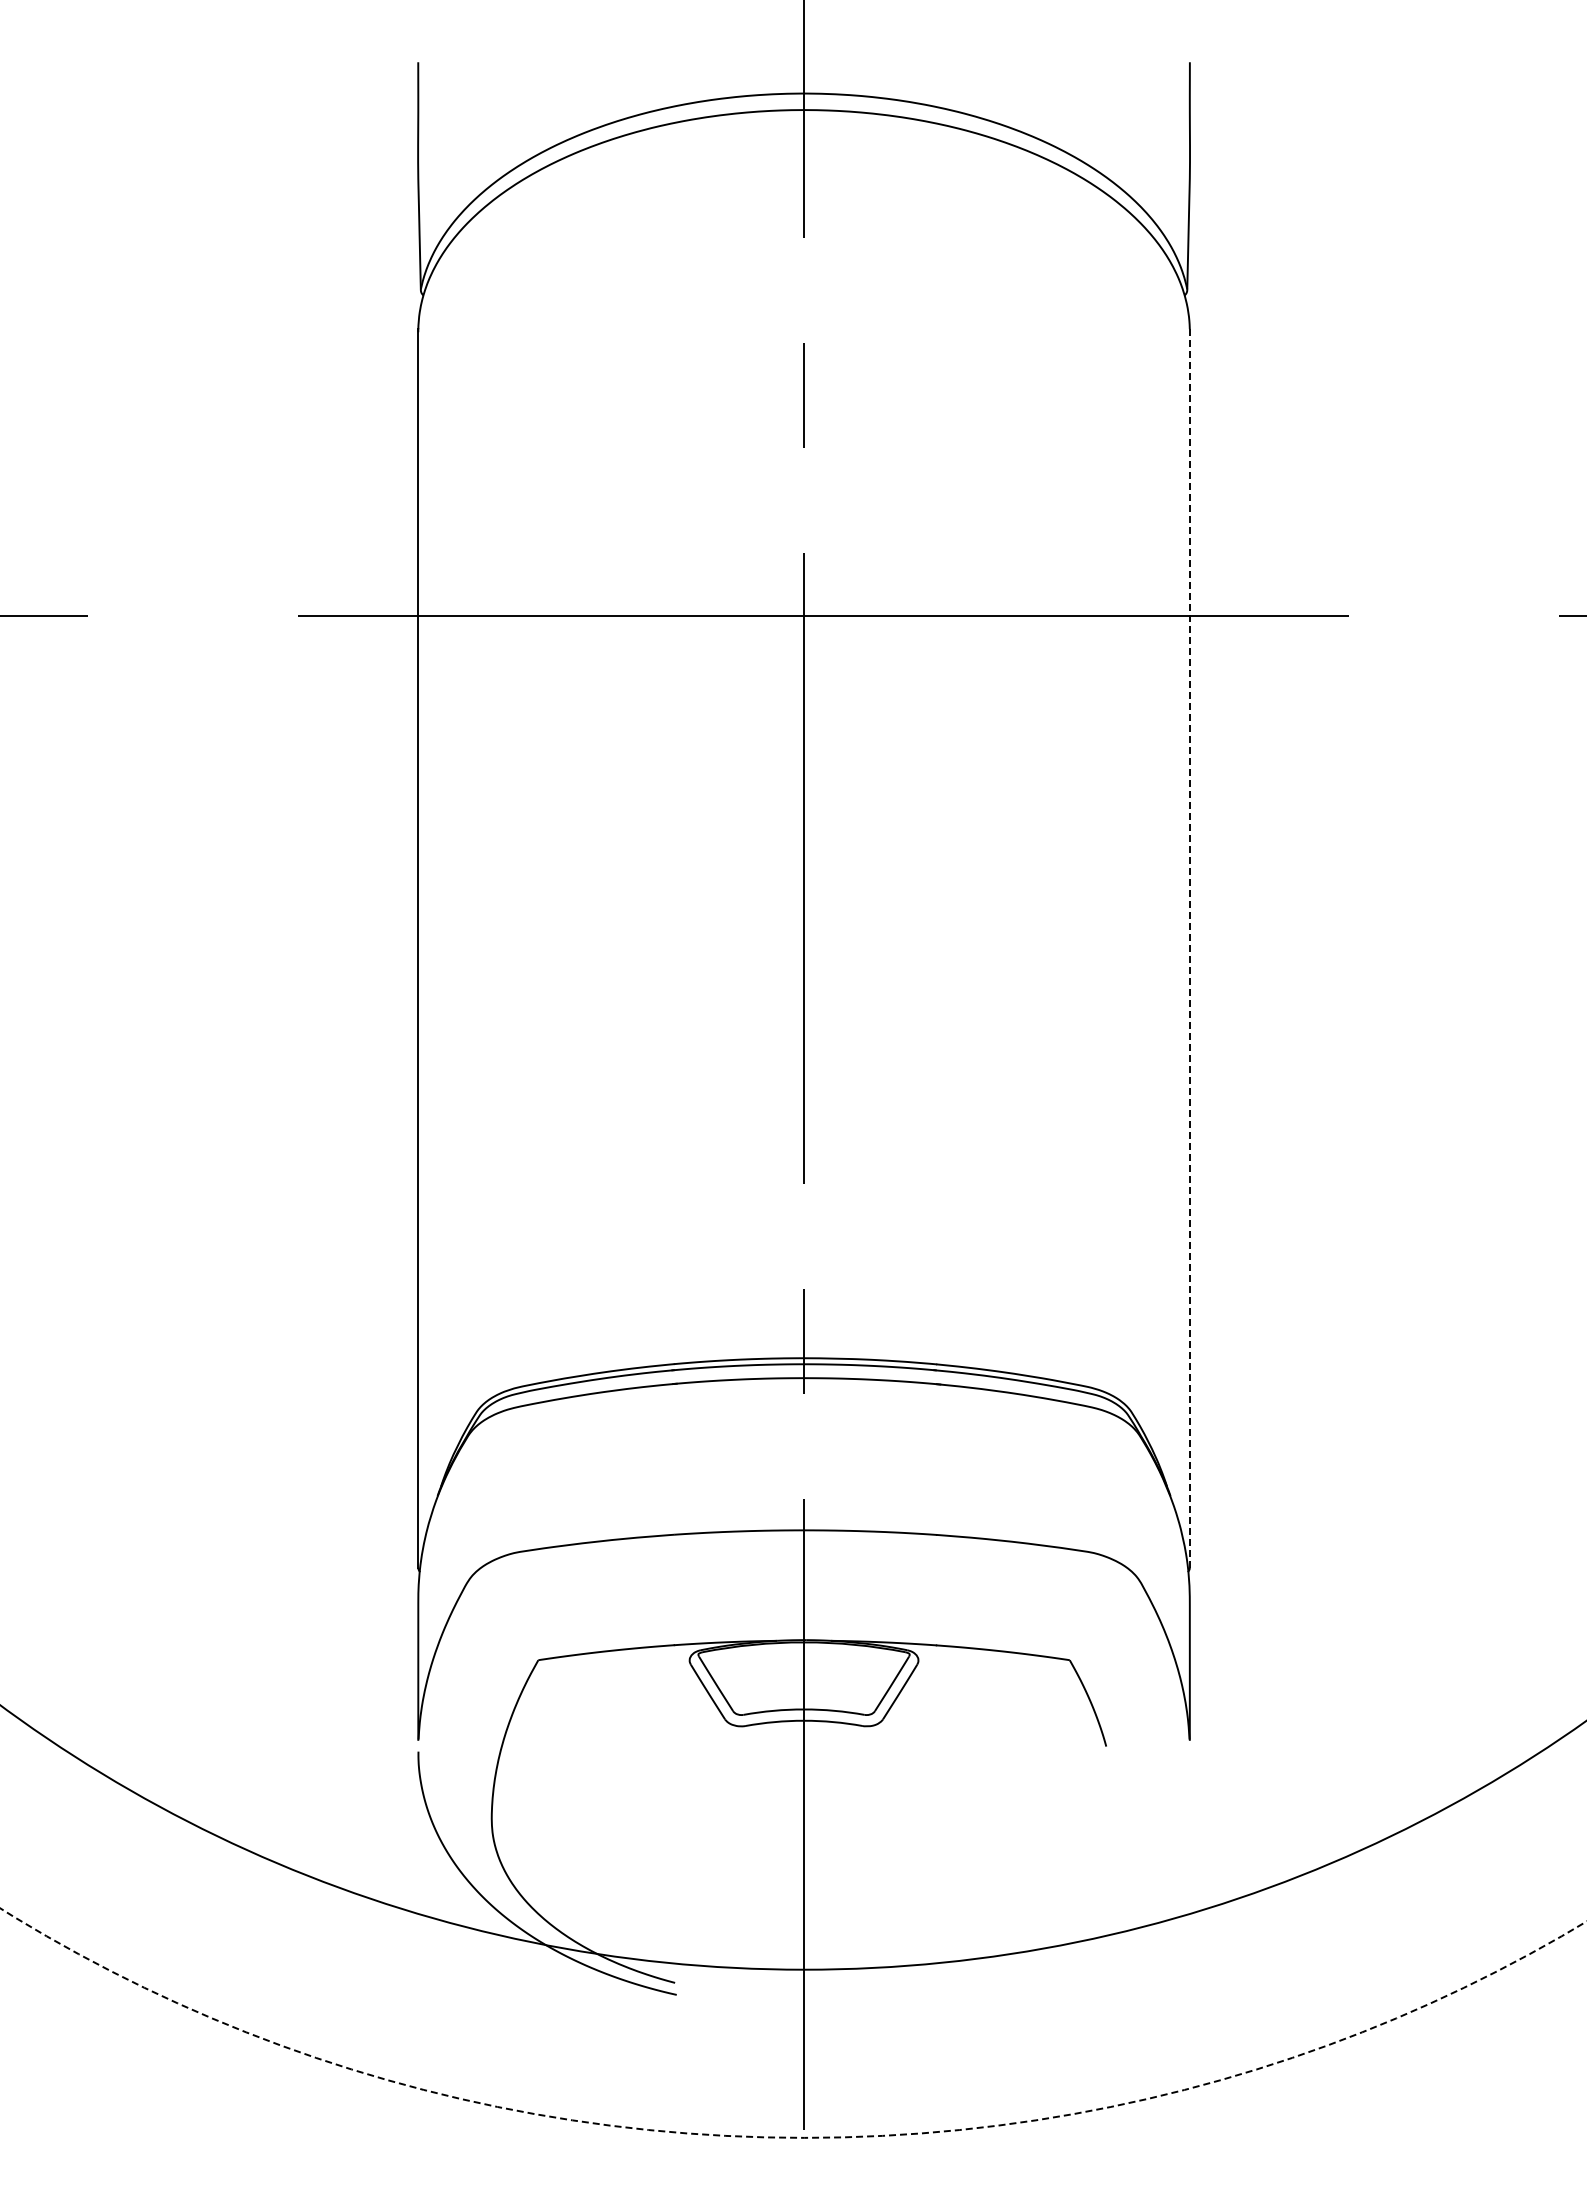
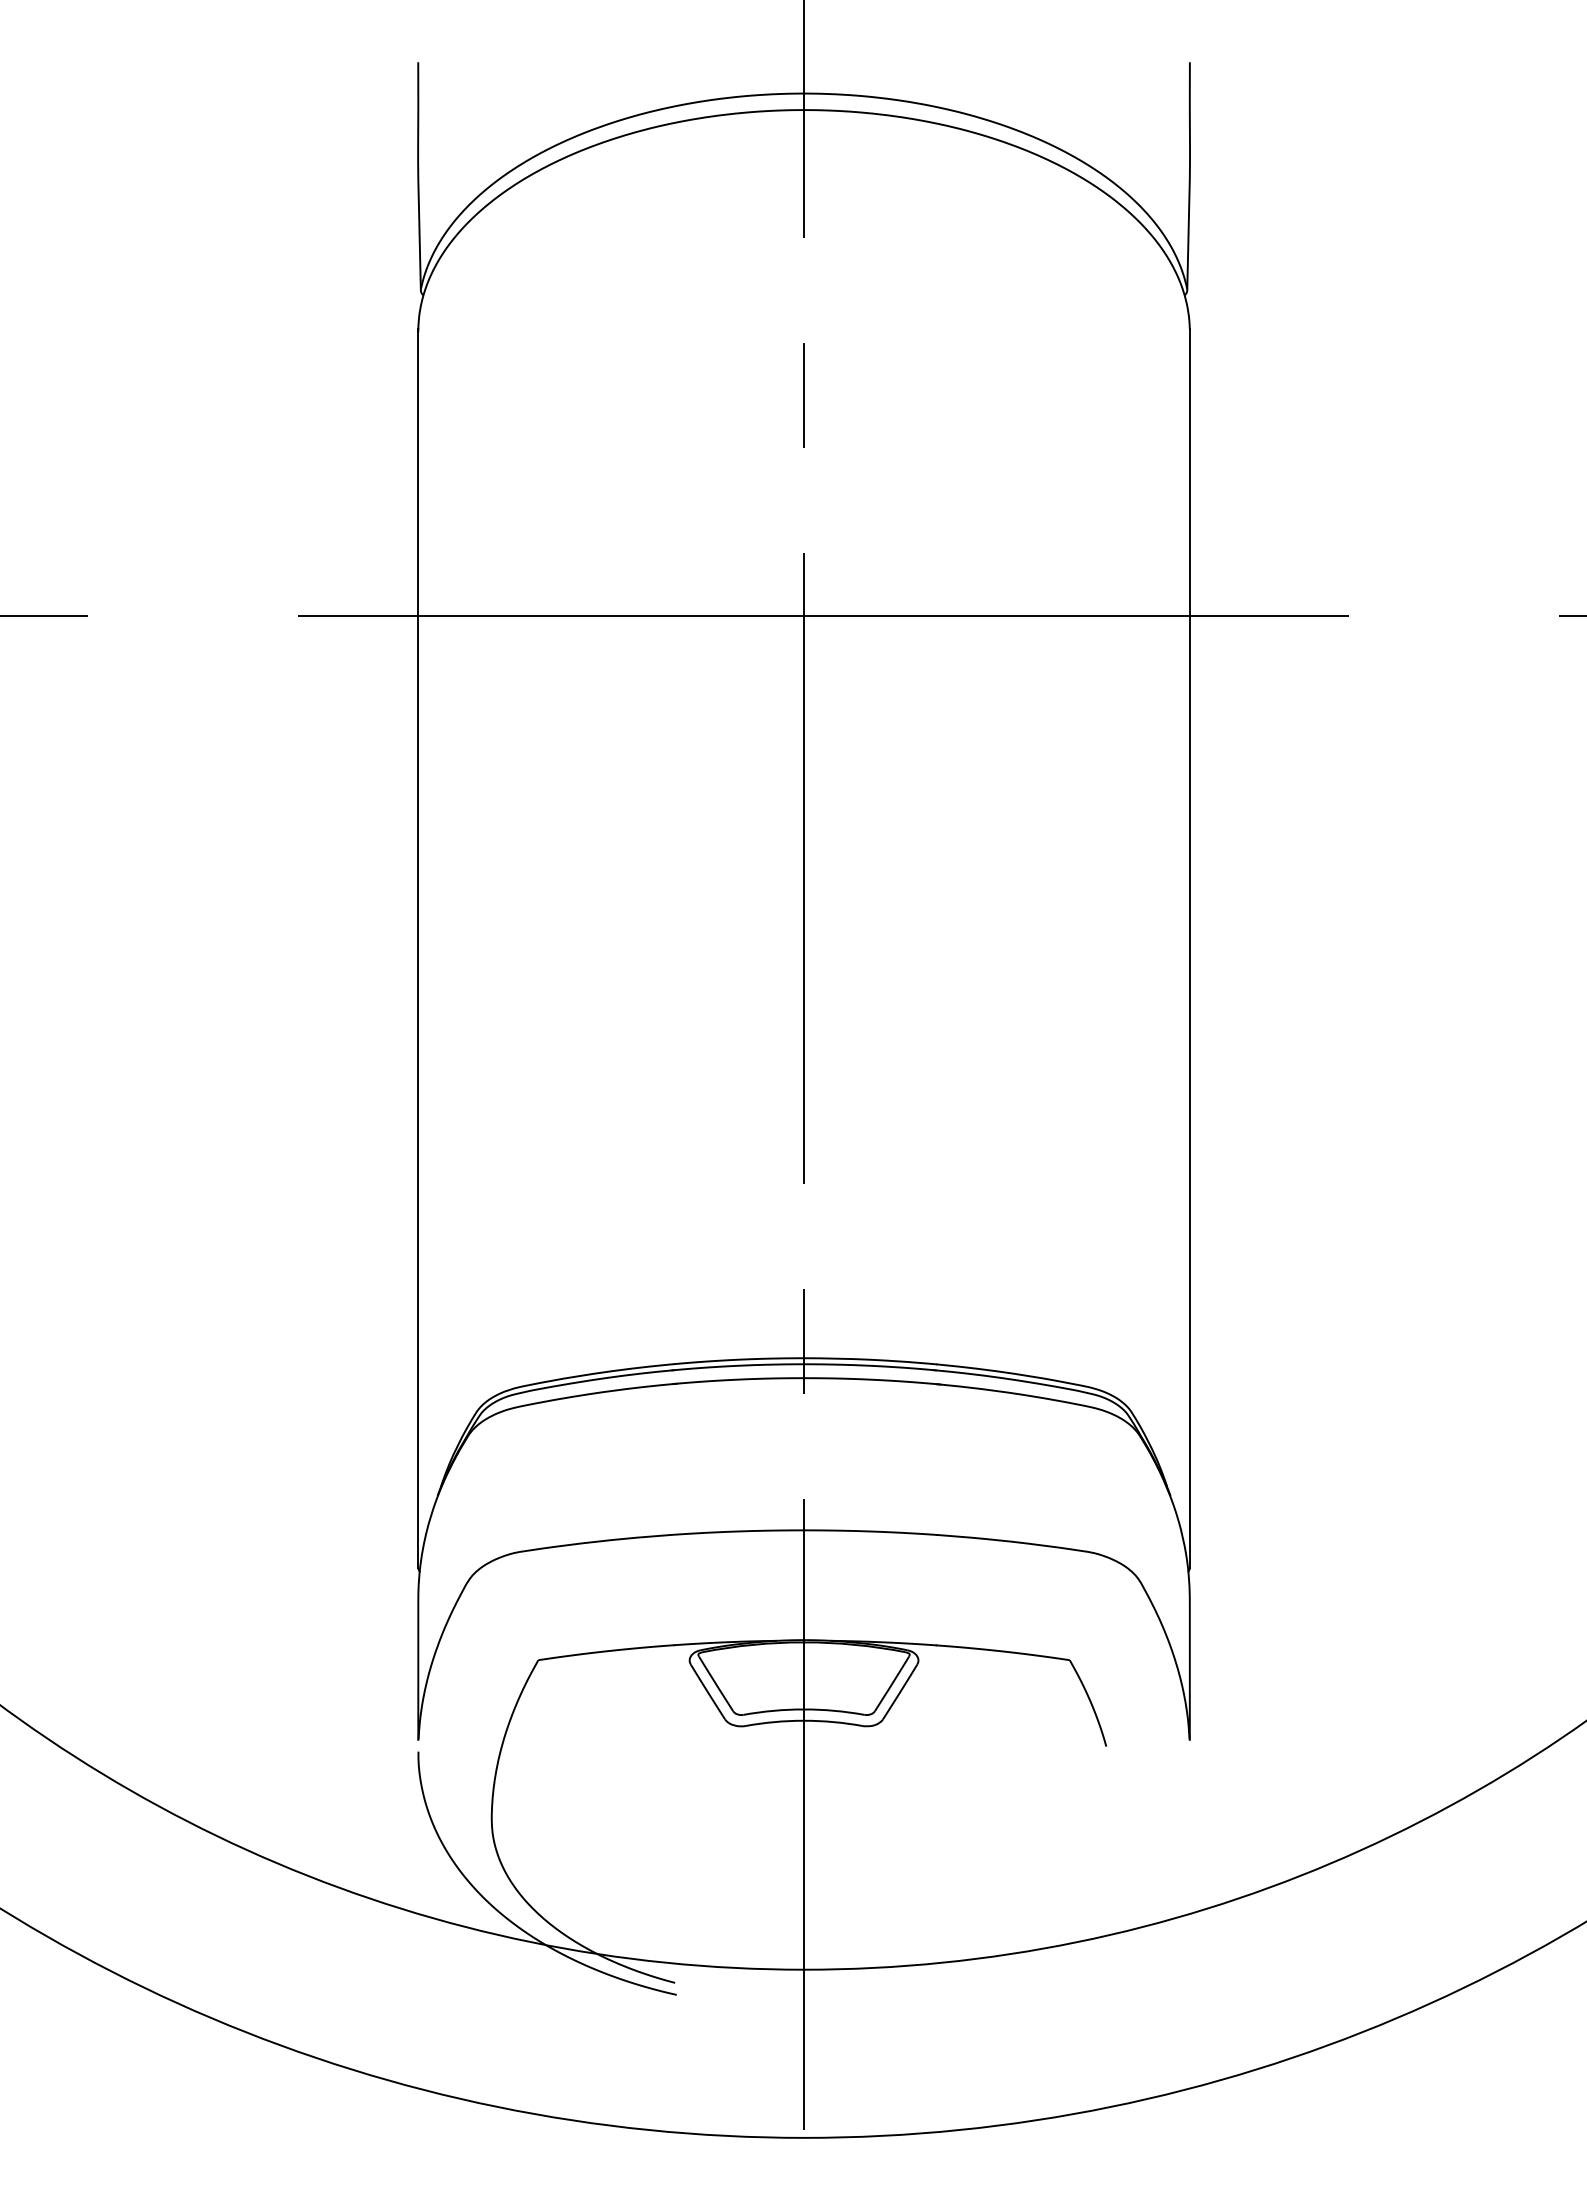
line at (1189, 949): dashed -> solid
circle at (793, 2022): dashed -> solid
